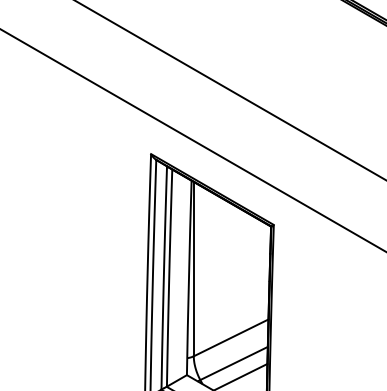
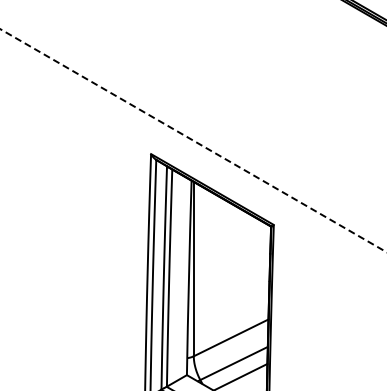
line at (230, 90): present -> none
line at (193, 140): solid -> dashed
